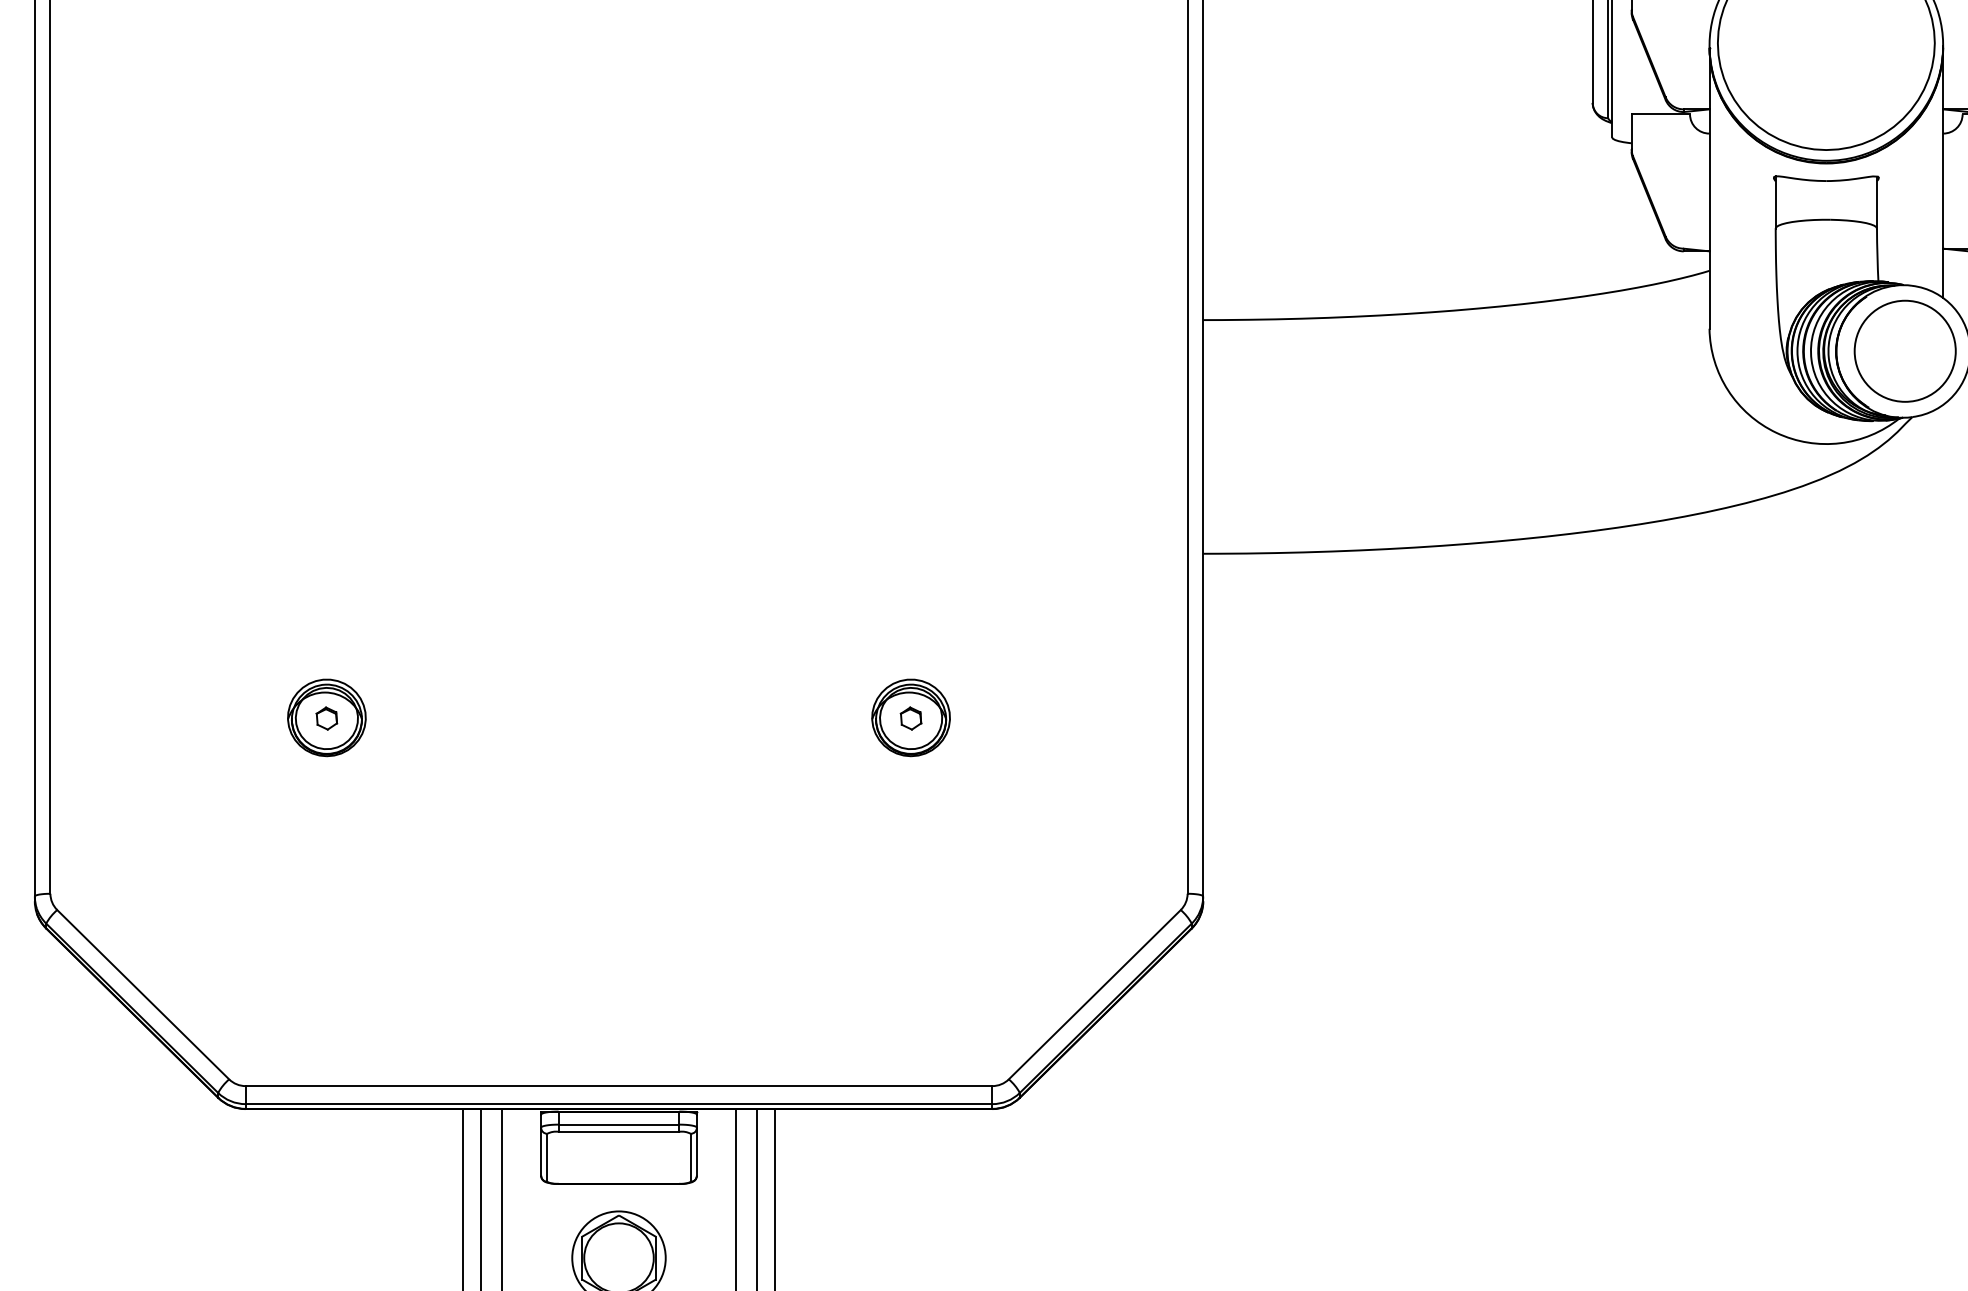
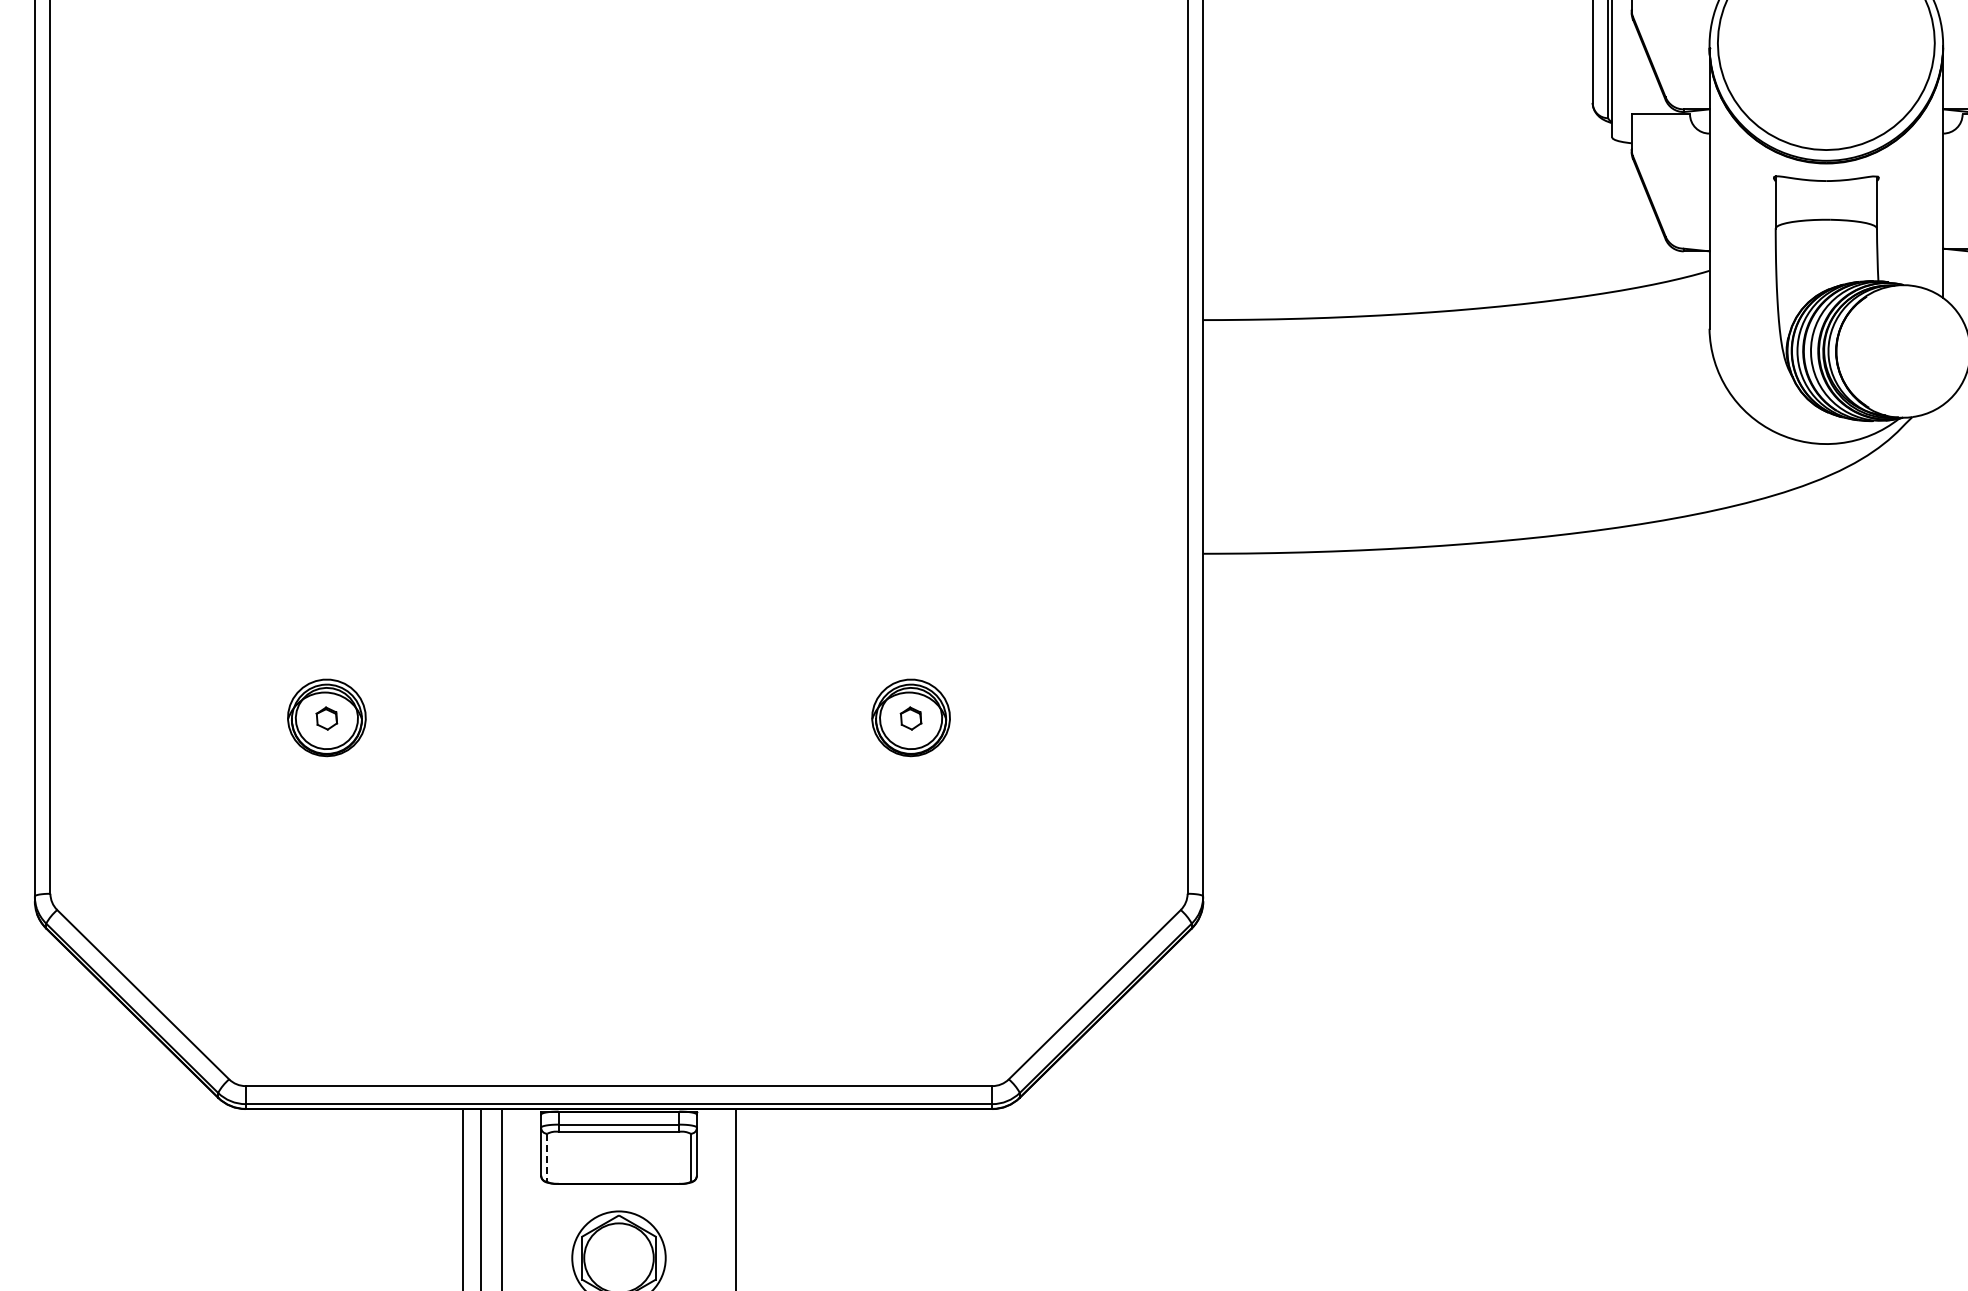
circle at (1904, 350): present -> none
line at (547, 1158): solid -> dashed
line at (757, 1198): present -> none
line at (774, 1198): present -> none
